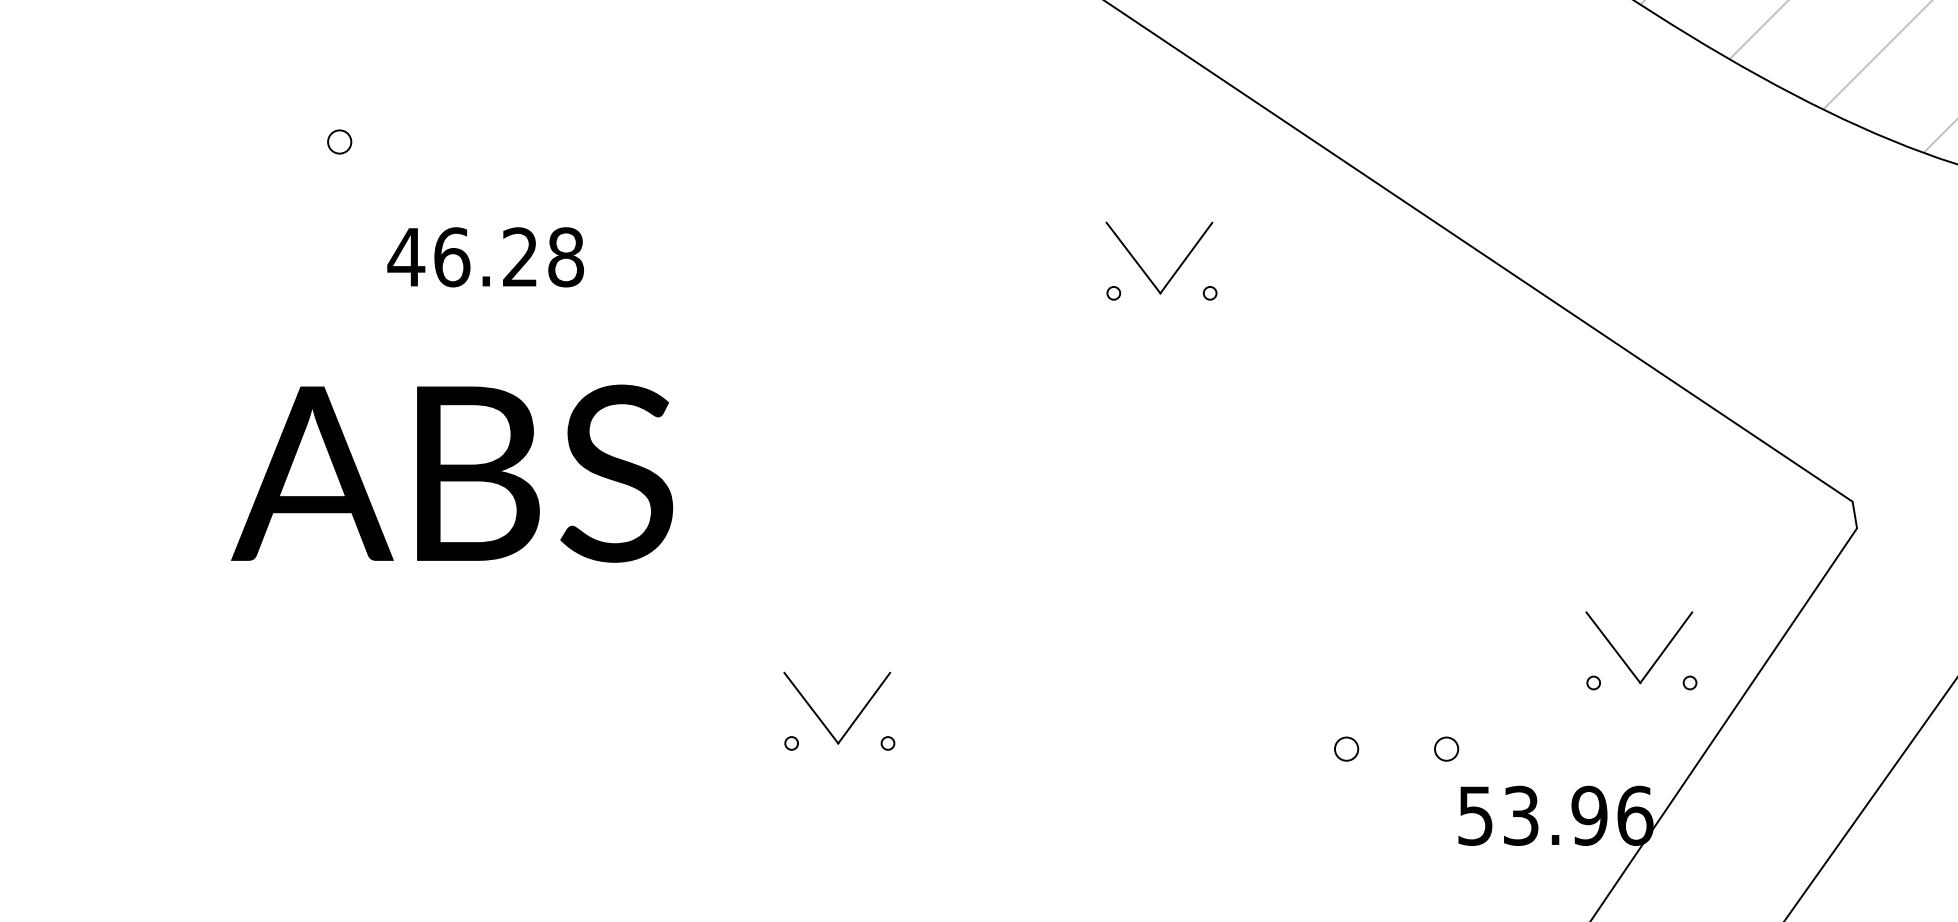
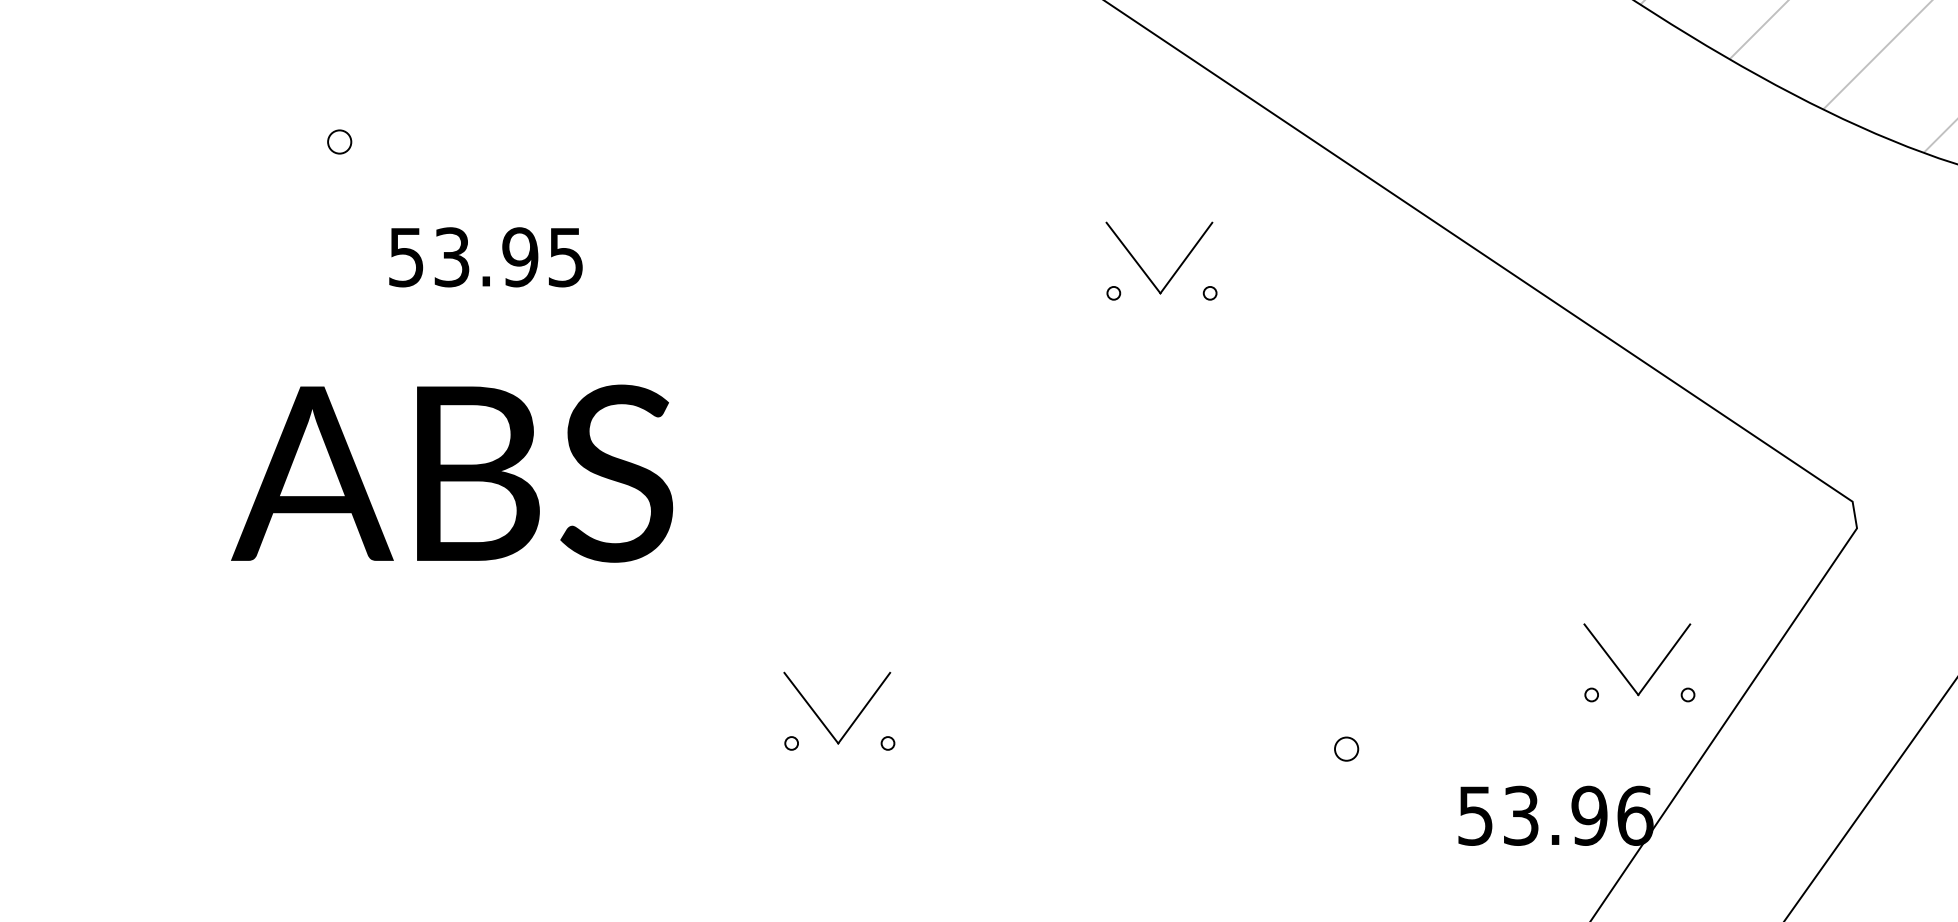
text at (485, 257): 46.28 -> 53.95
part at (1654, 661) position: (1654, 661) -> (1652, 673)
part at (1446, 748): present -> none
